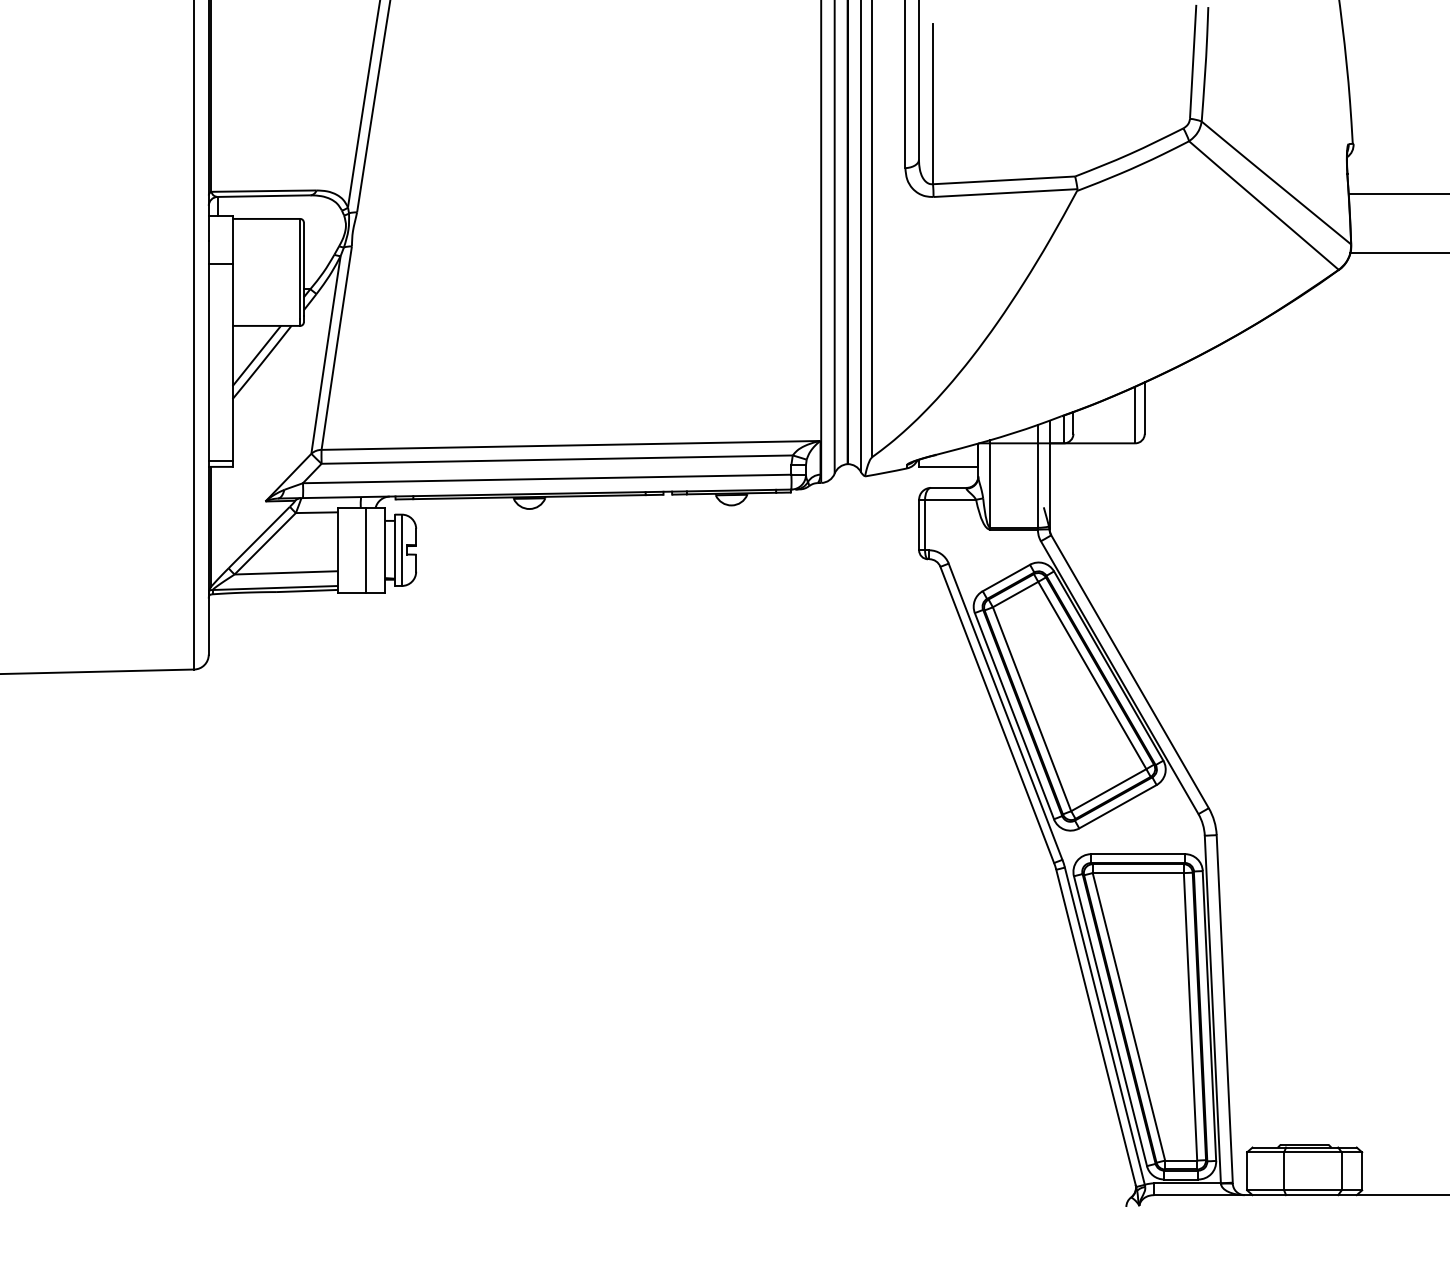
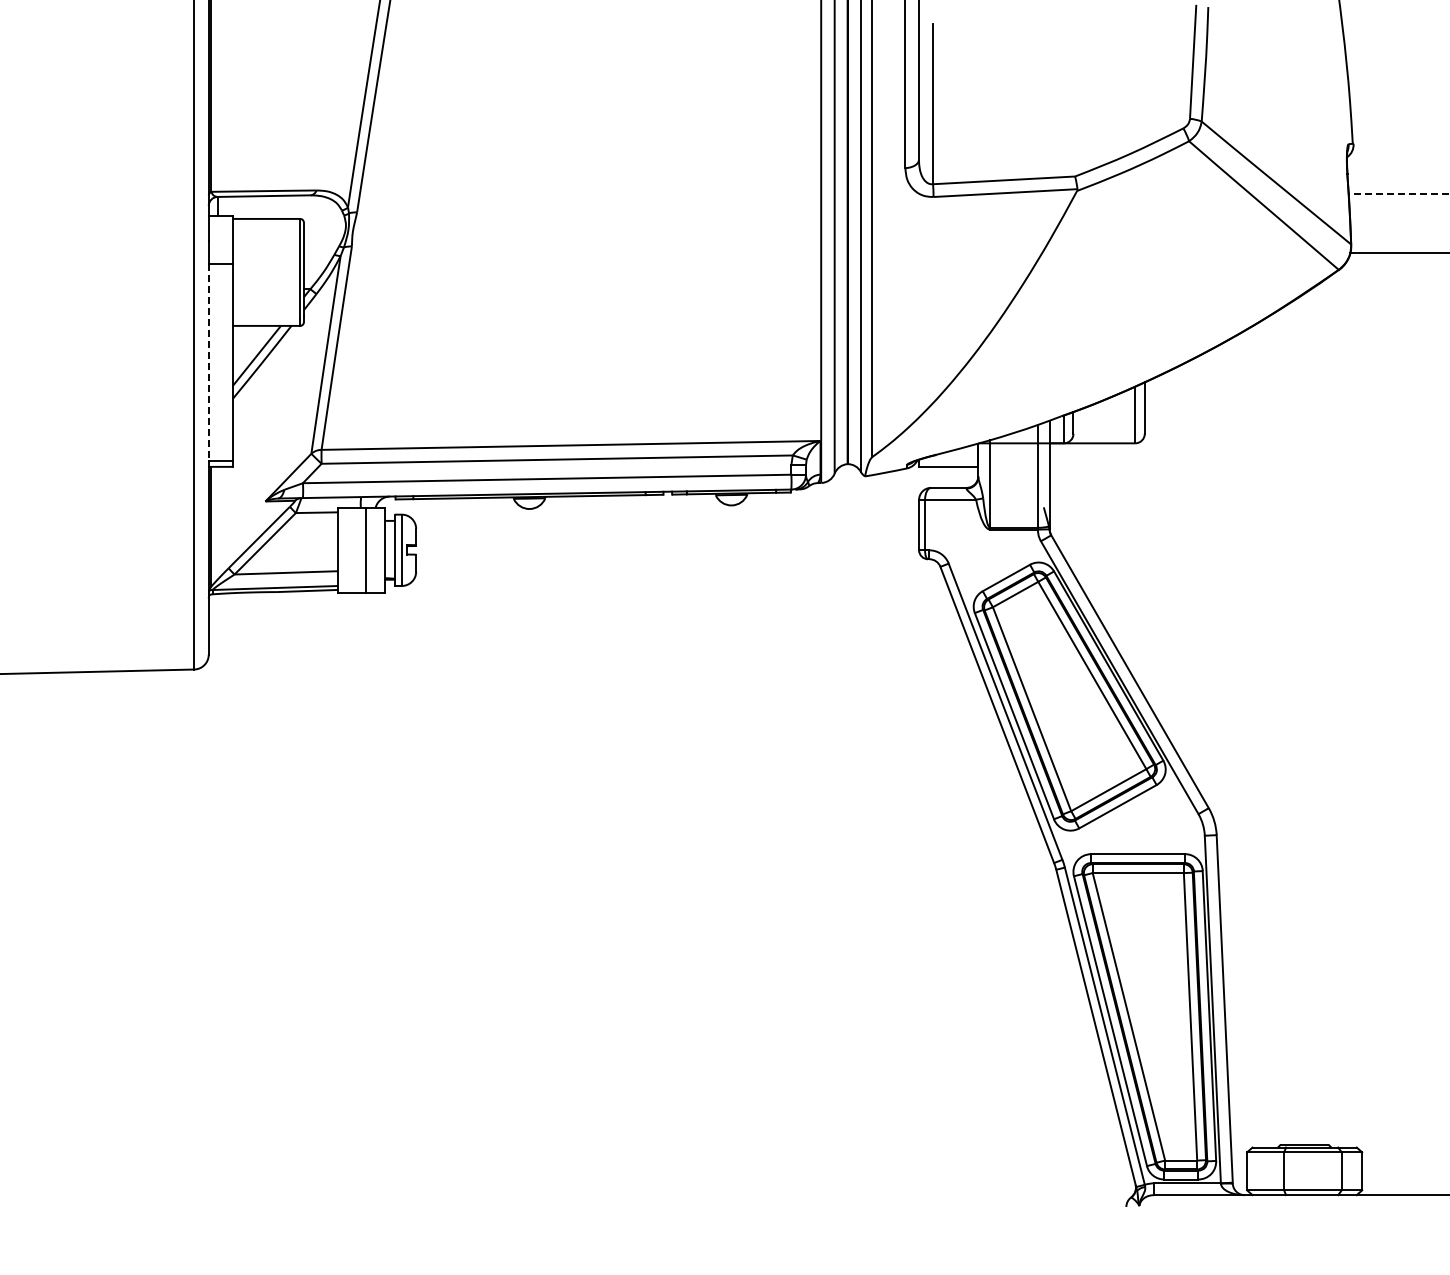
line at (1398, 193): solid -> dashed
line at (208, 362): solid -> dashed
